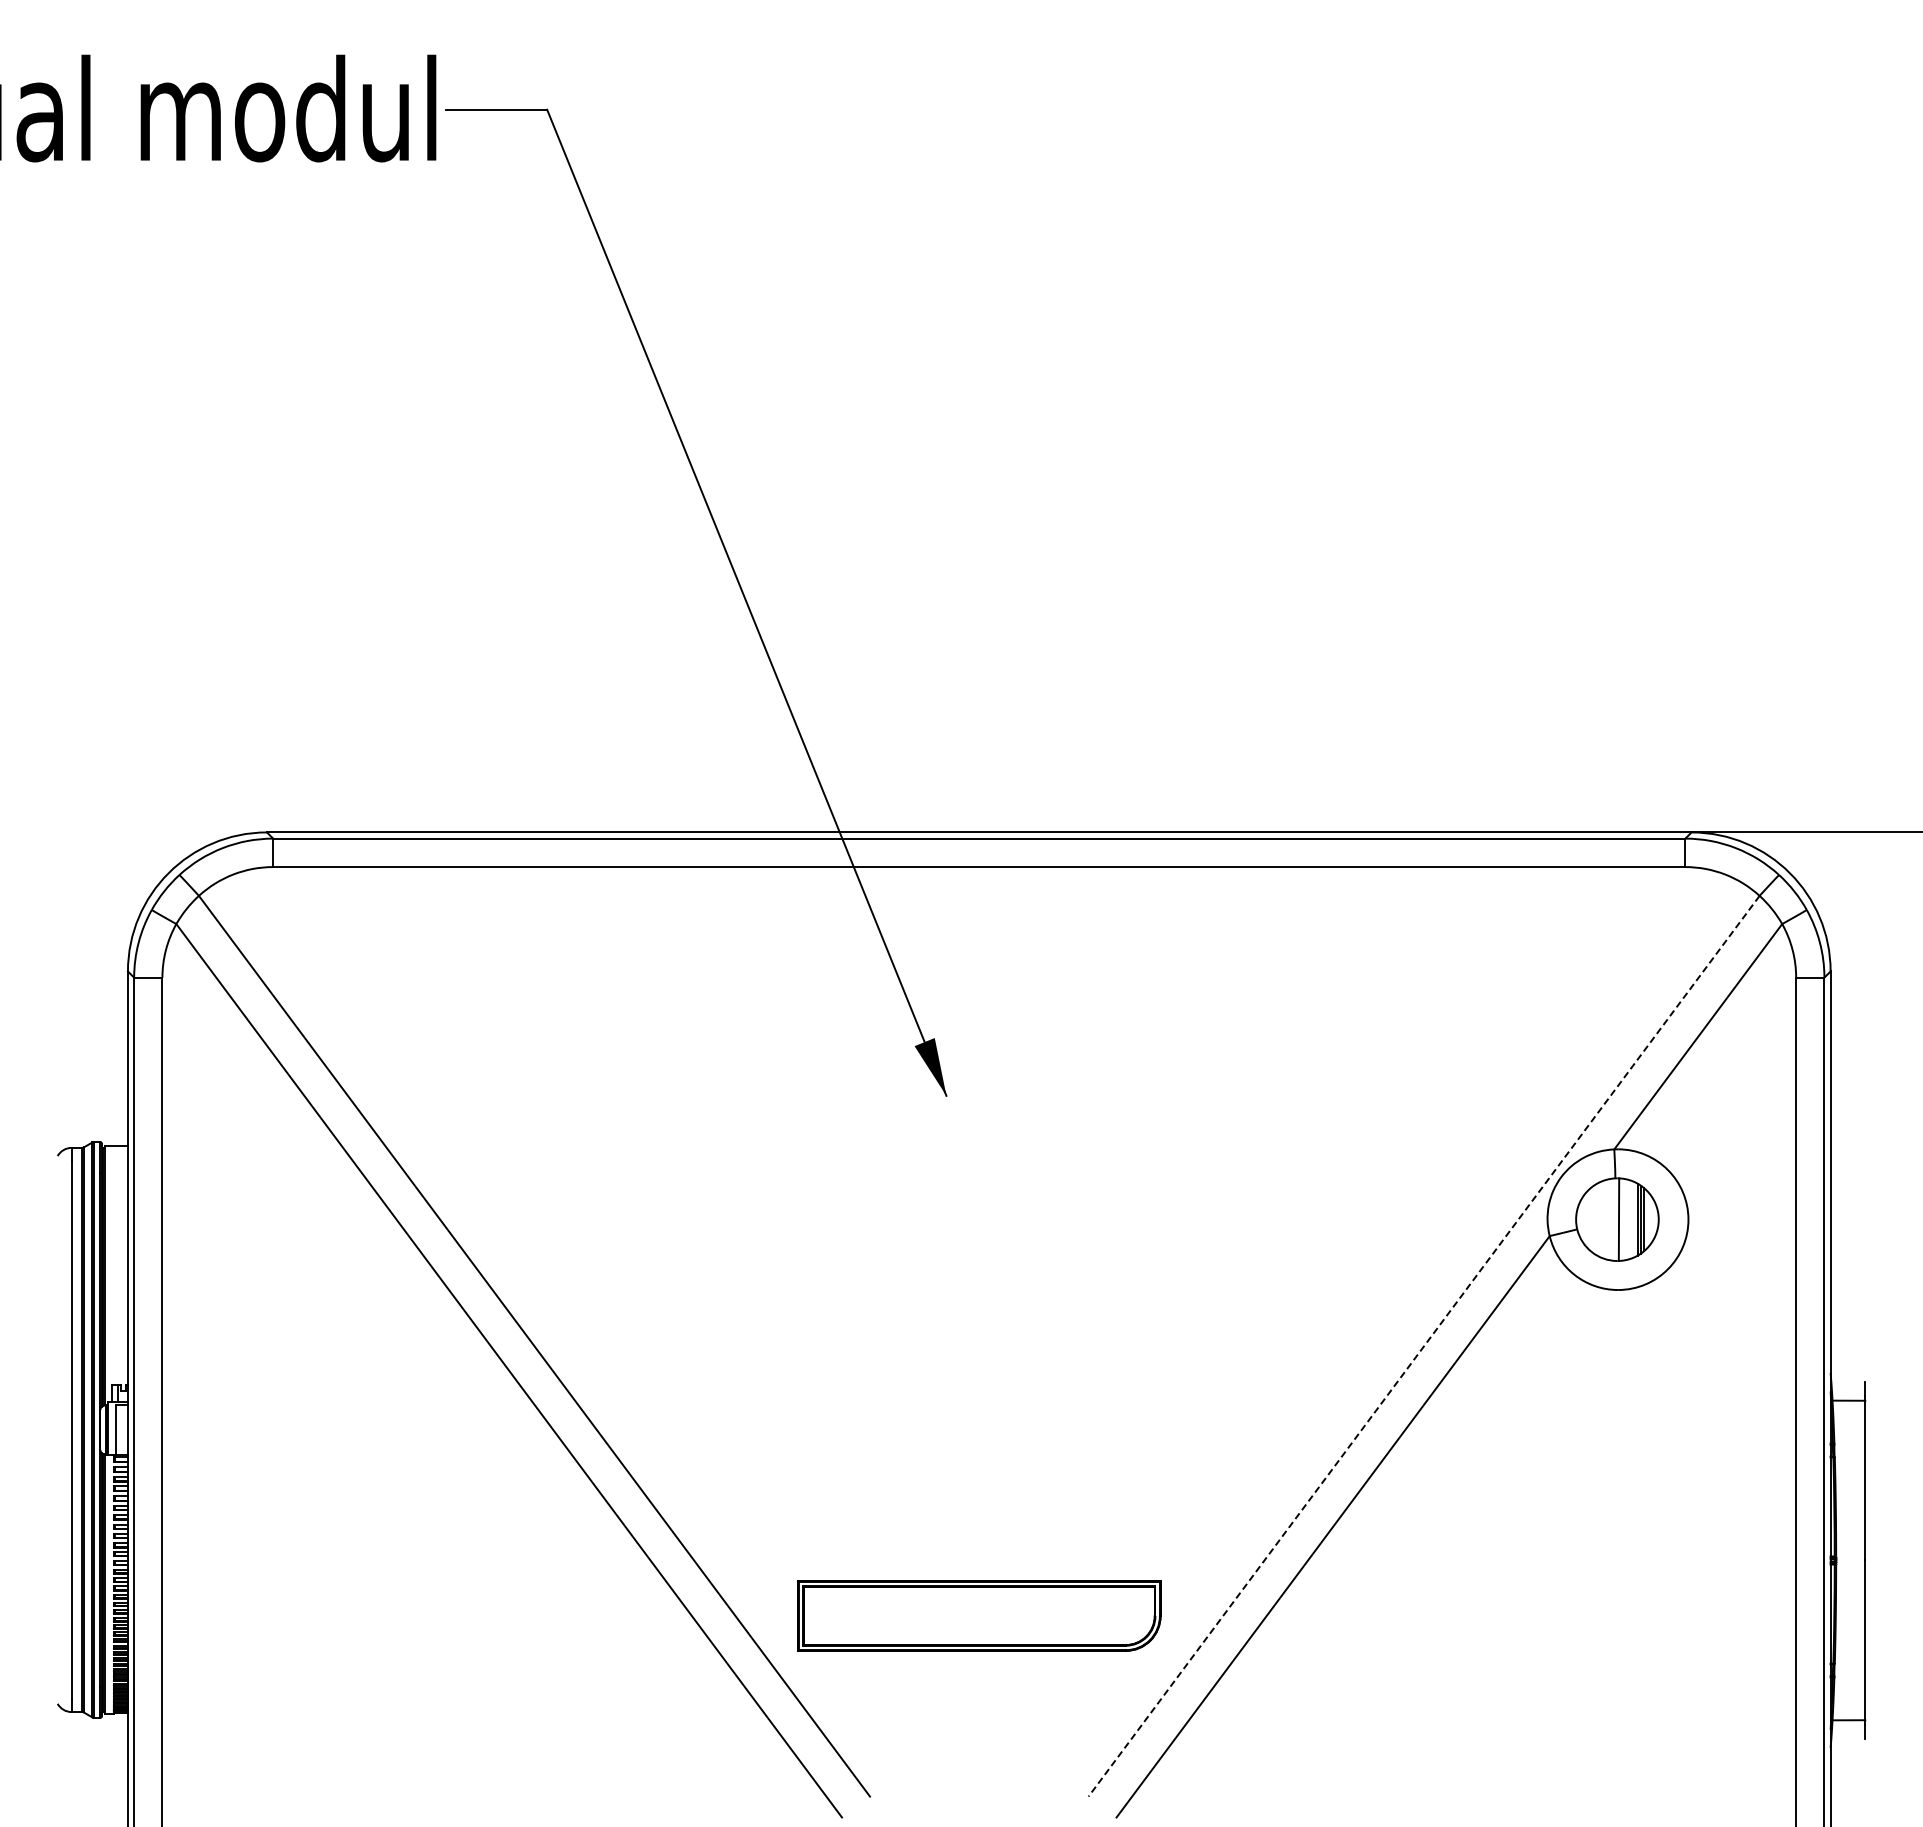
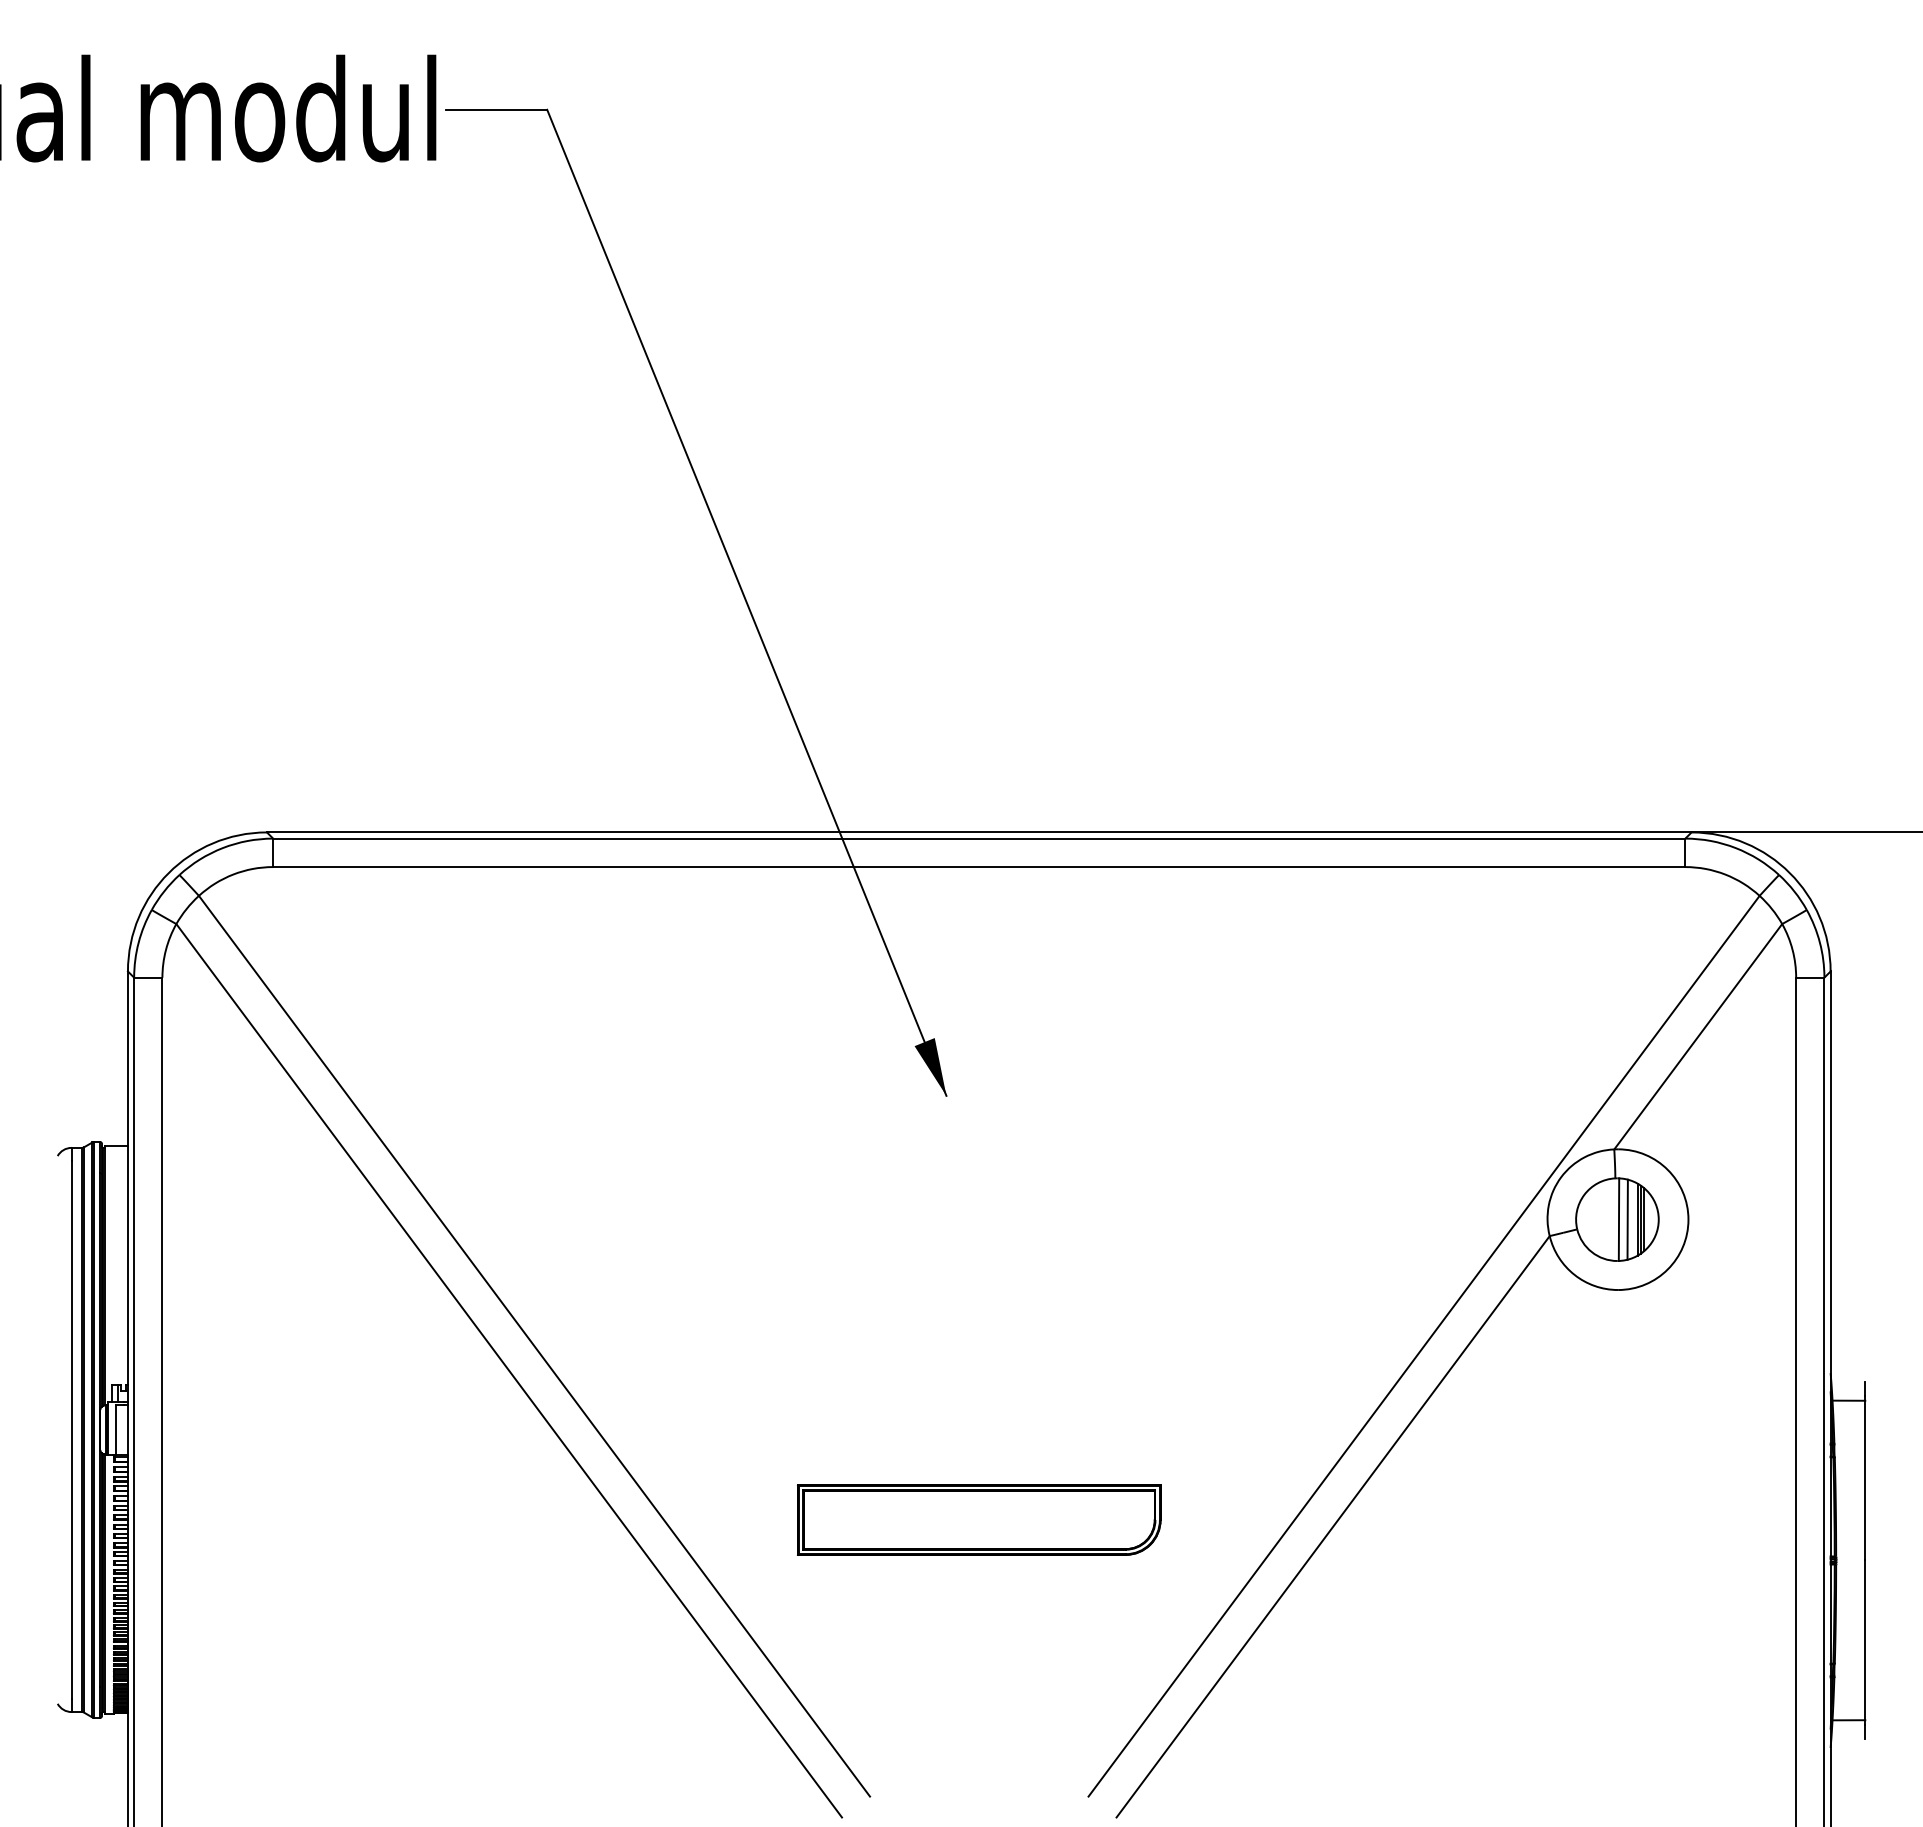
line at (1627, 1219): none -> present
line at (1424, 1346): dashed -> solid
part at (979, 1615) position: (979, 1615) -> (979, 1519)
